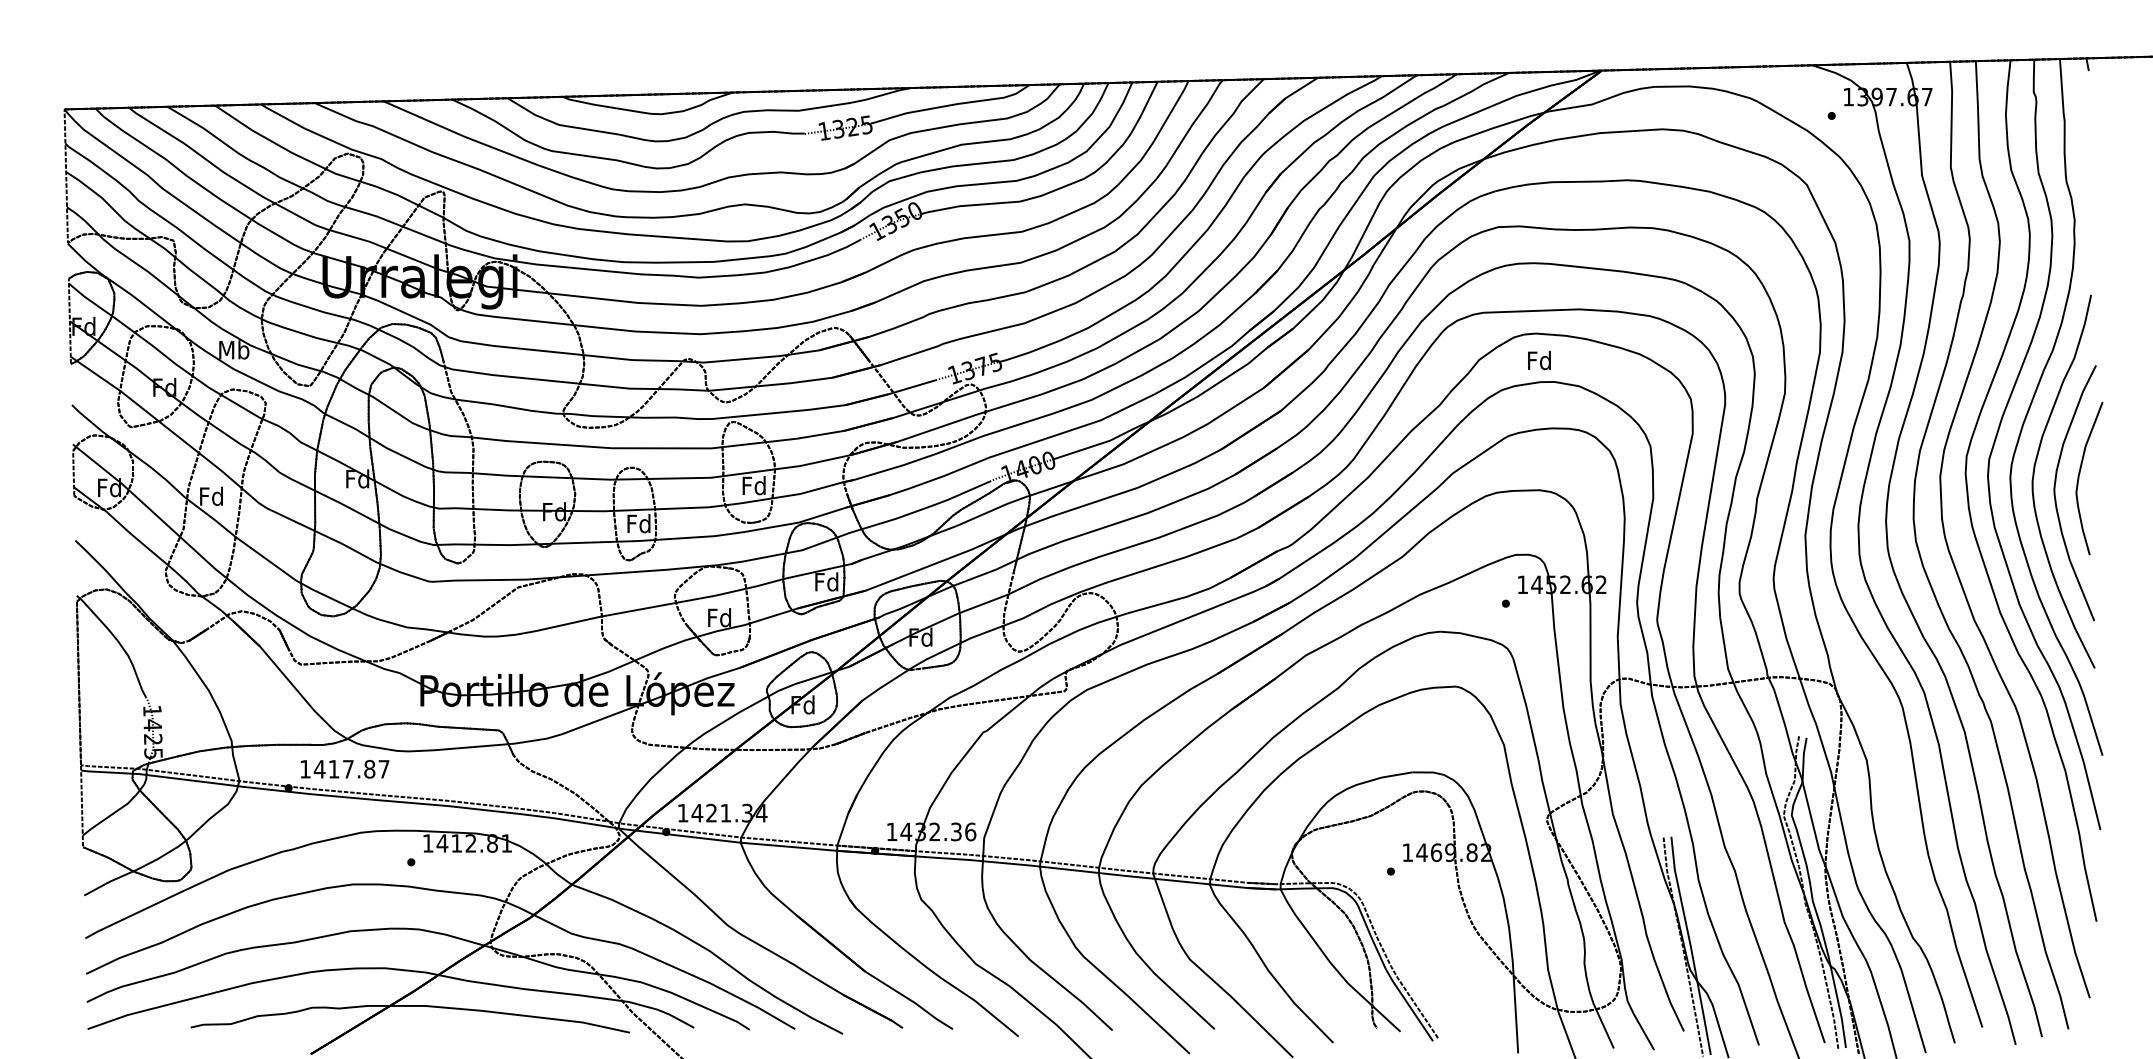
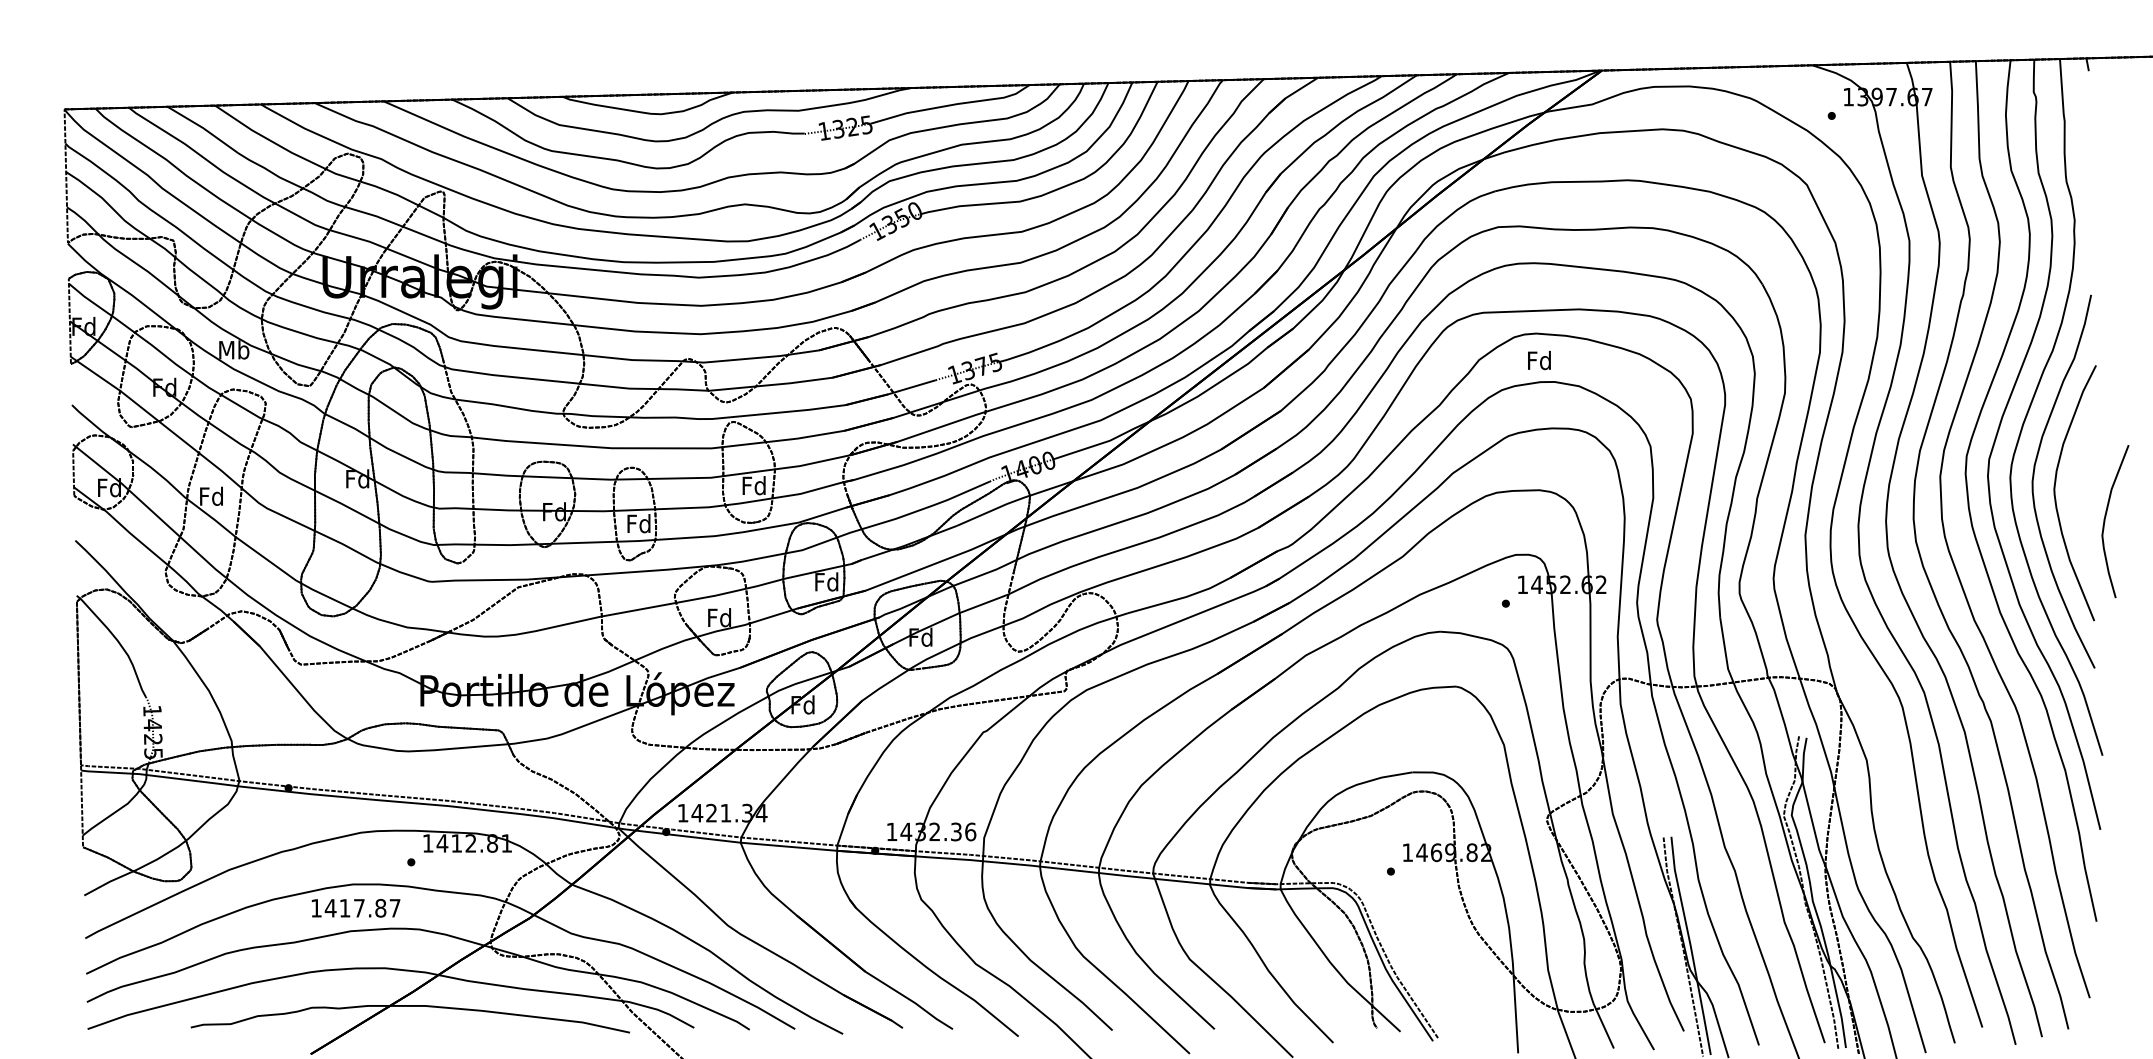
curve at (2079, 478) position: (2079, 478) -> (2105, 521)
text at (344, 769) position: (344, 769) -> (355, 908)
